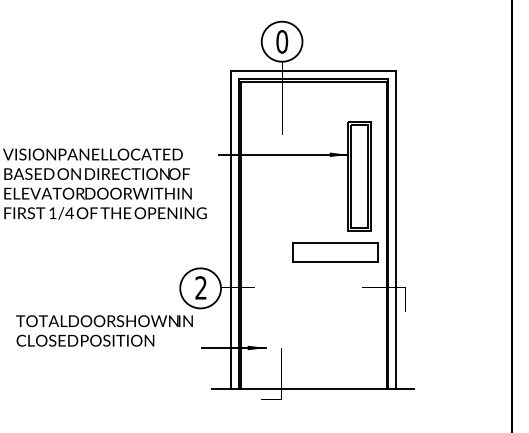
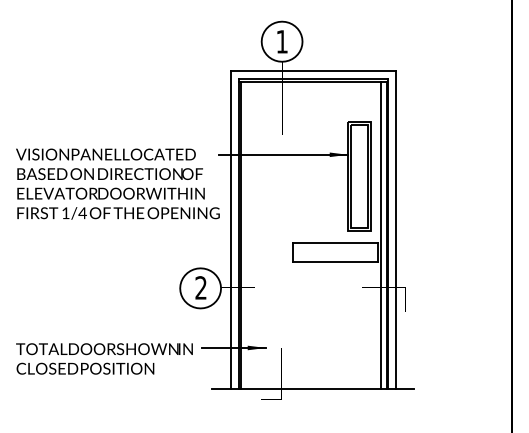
text at (282, 41): 0 -> 1
text at (104, 183) position: (104, 183) -> (117, 183)
line at (380, 235): none -> present
text at (104, 330) position: (104, 330) -> (104, 358)
